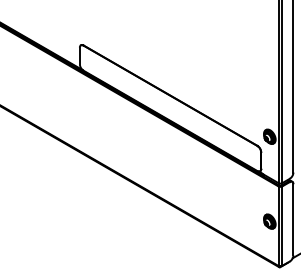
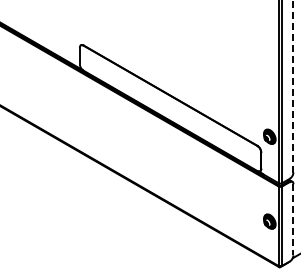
line at (293, 86): solid -> dashed
line at (293, 219): solid -> dashed
